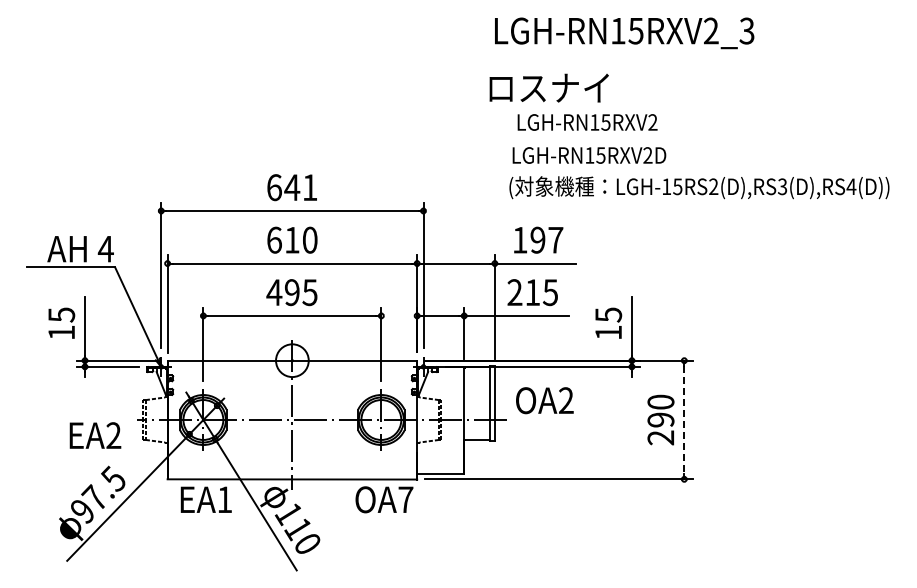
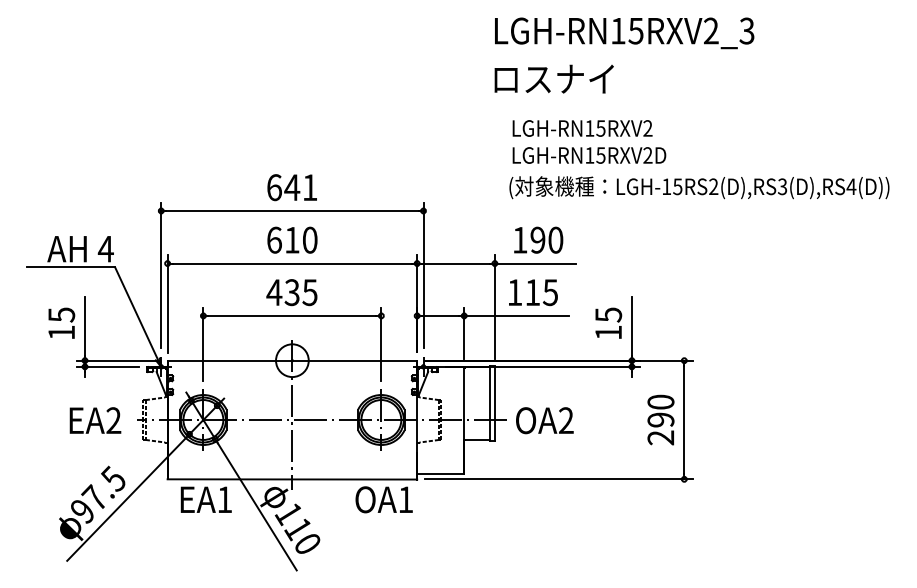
text at (548, 87) position: (548, 87) -> (553, 78)
text at (587, 122) position: (587, 122) -> (582, 128)
text at (555, 239): 197 -> 190
text at (291, 292): 495 -> 435
text at (514, 292): 215 -> 115
text at (544, 400) position: (544, 400) -> (544, 420)
line at (684, 420): dashed -> solid
text at (95, 435) position: (95, 435) -> (95, 420)
text at (405, 499): OA7 -> OA1
